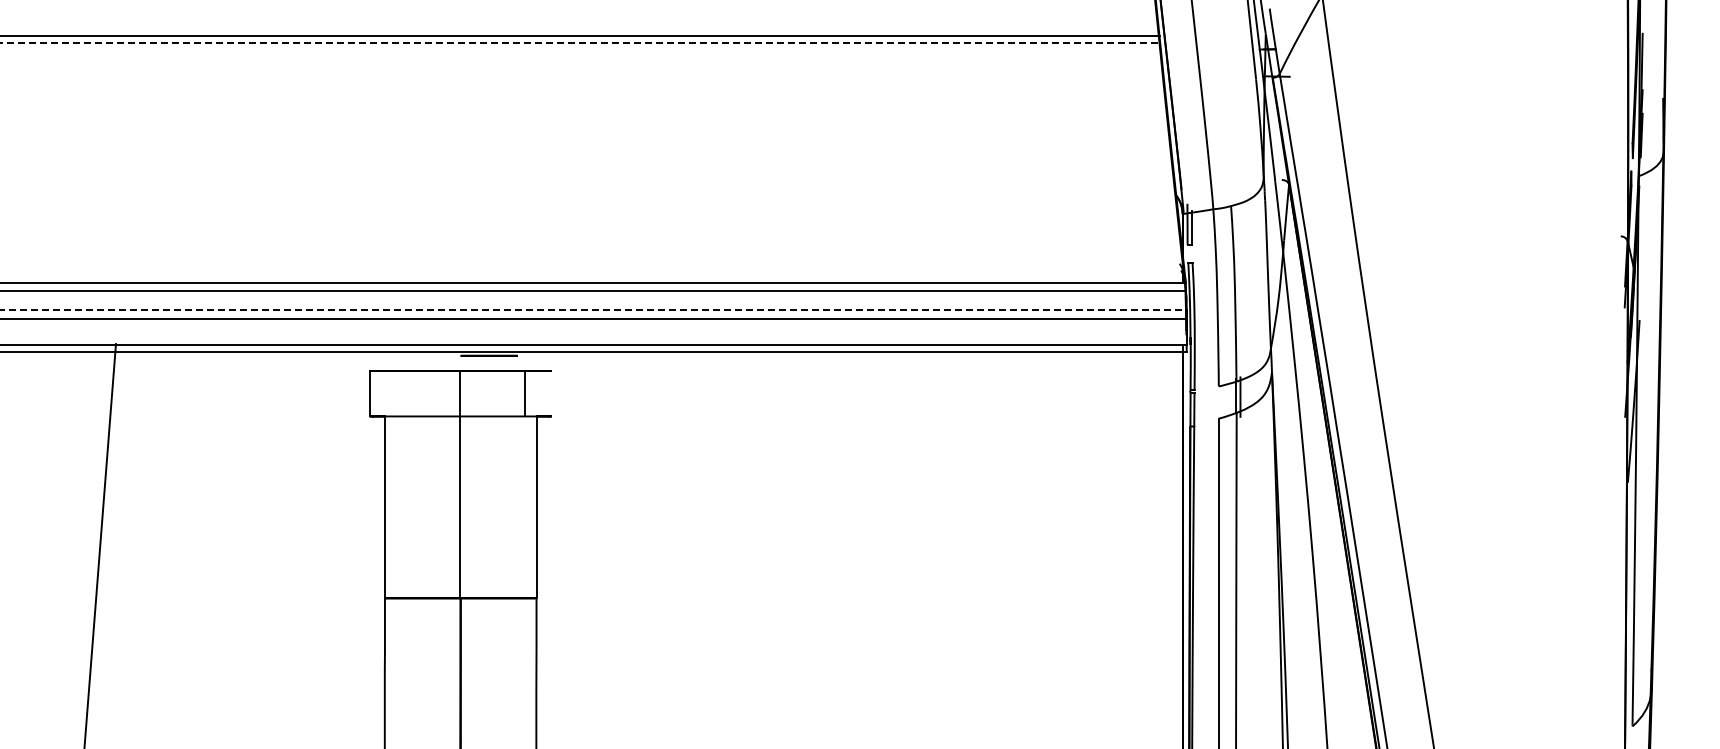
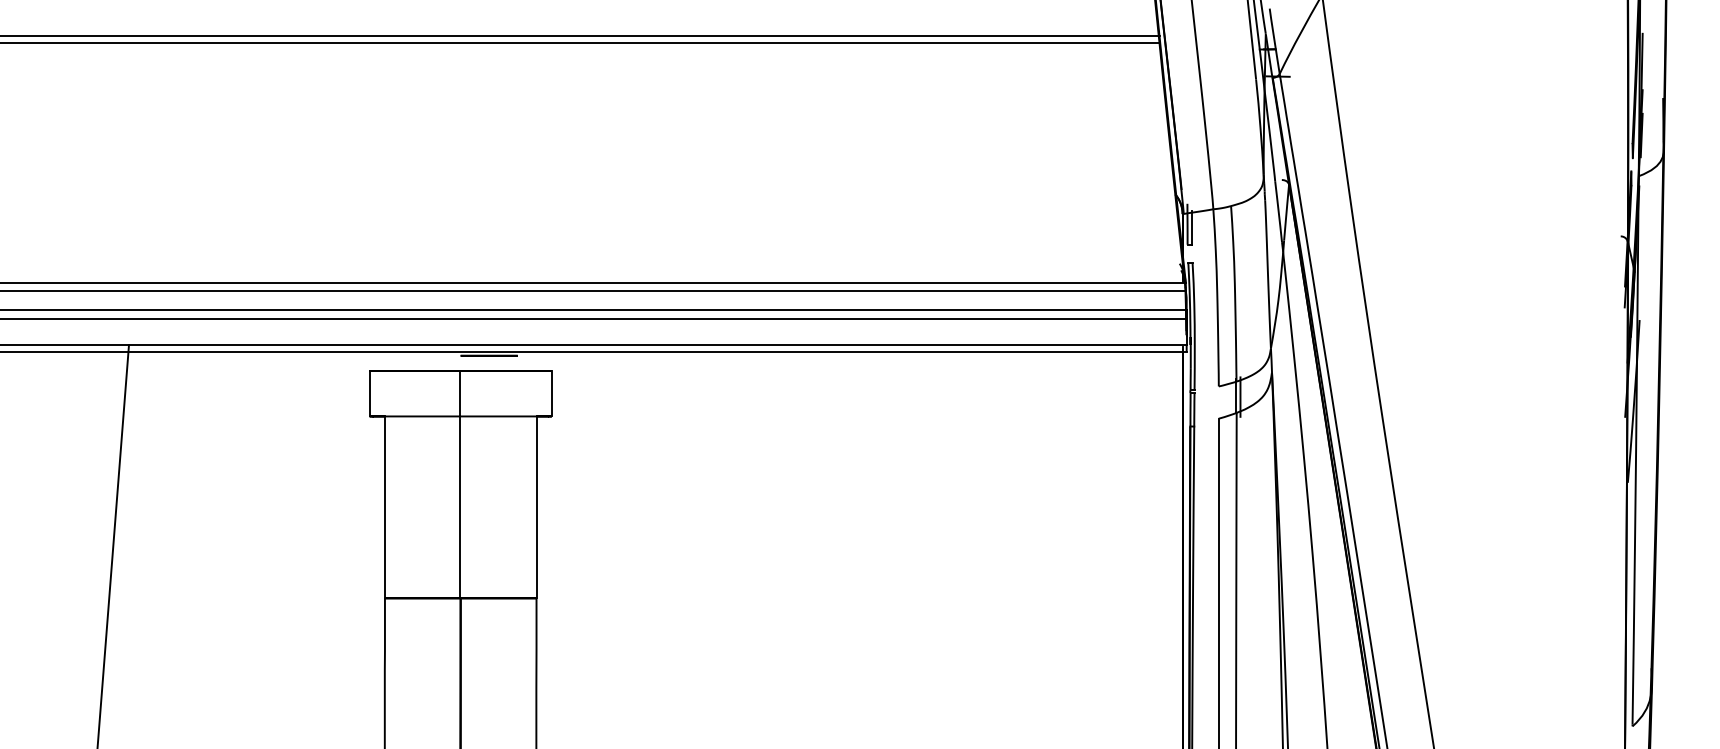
line at (579, 43): dashed -> solid
line at (593, 310): dashed -> solid
line at (524, 393) position: (524, 393) -> (551, 393)
line at (100, 544) position: (100, 544) -> (113, 545)
